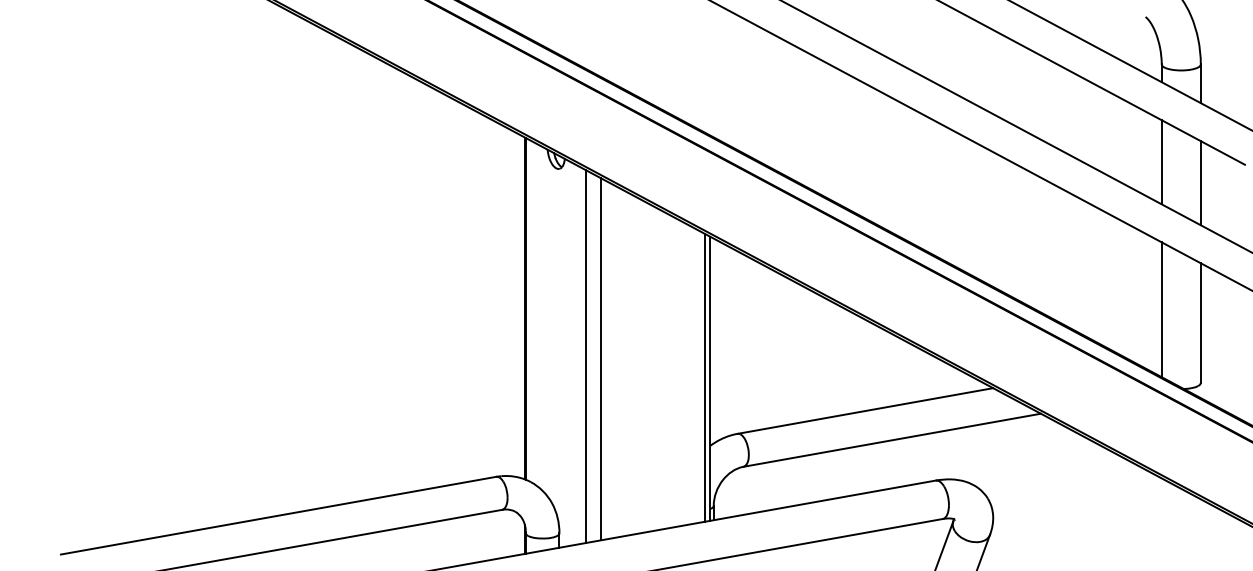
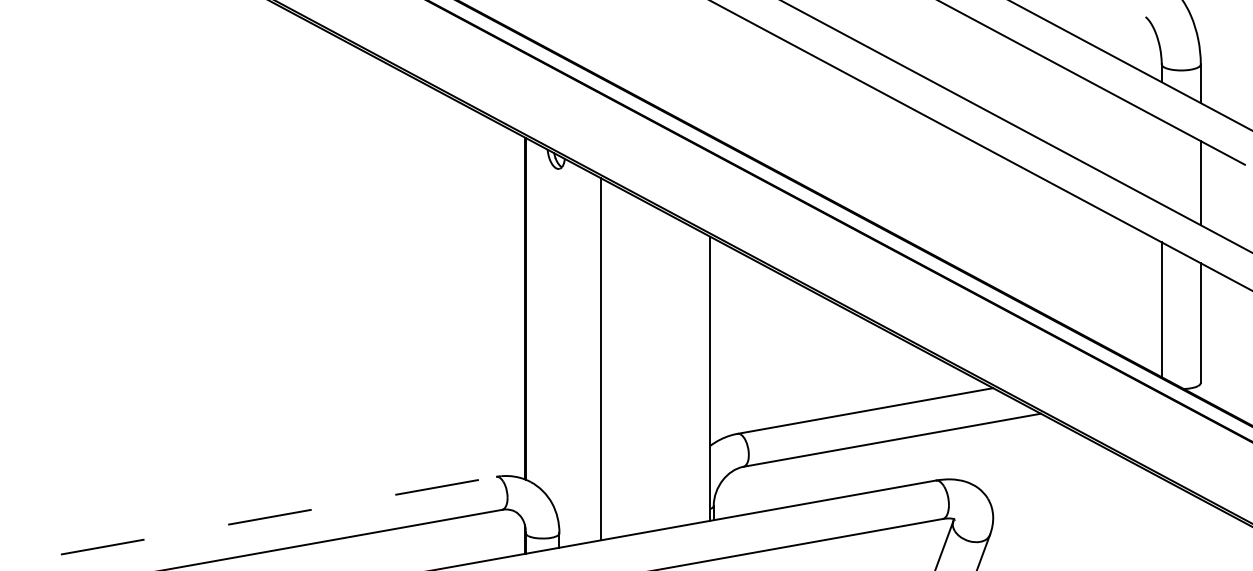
line at (1161, 162): present -> none
line at (586, 356): present -> none
line at (704, 377): present -> none
line at (279, 515): solid -> dashed
